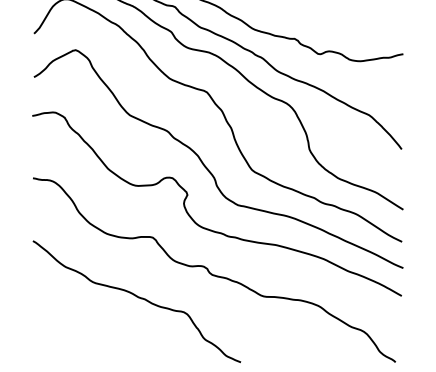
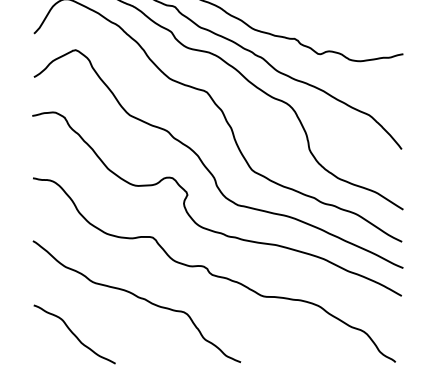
curve at (74, 334): none -> present
